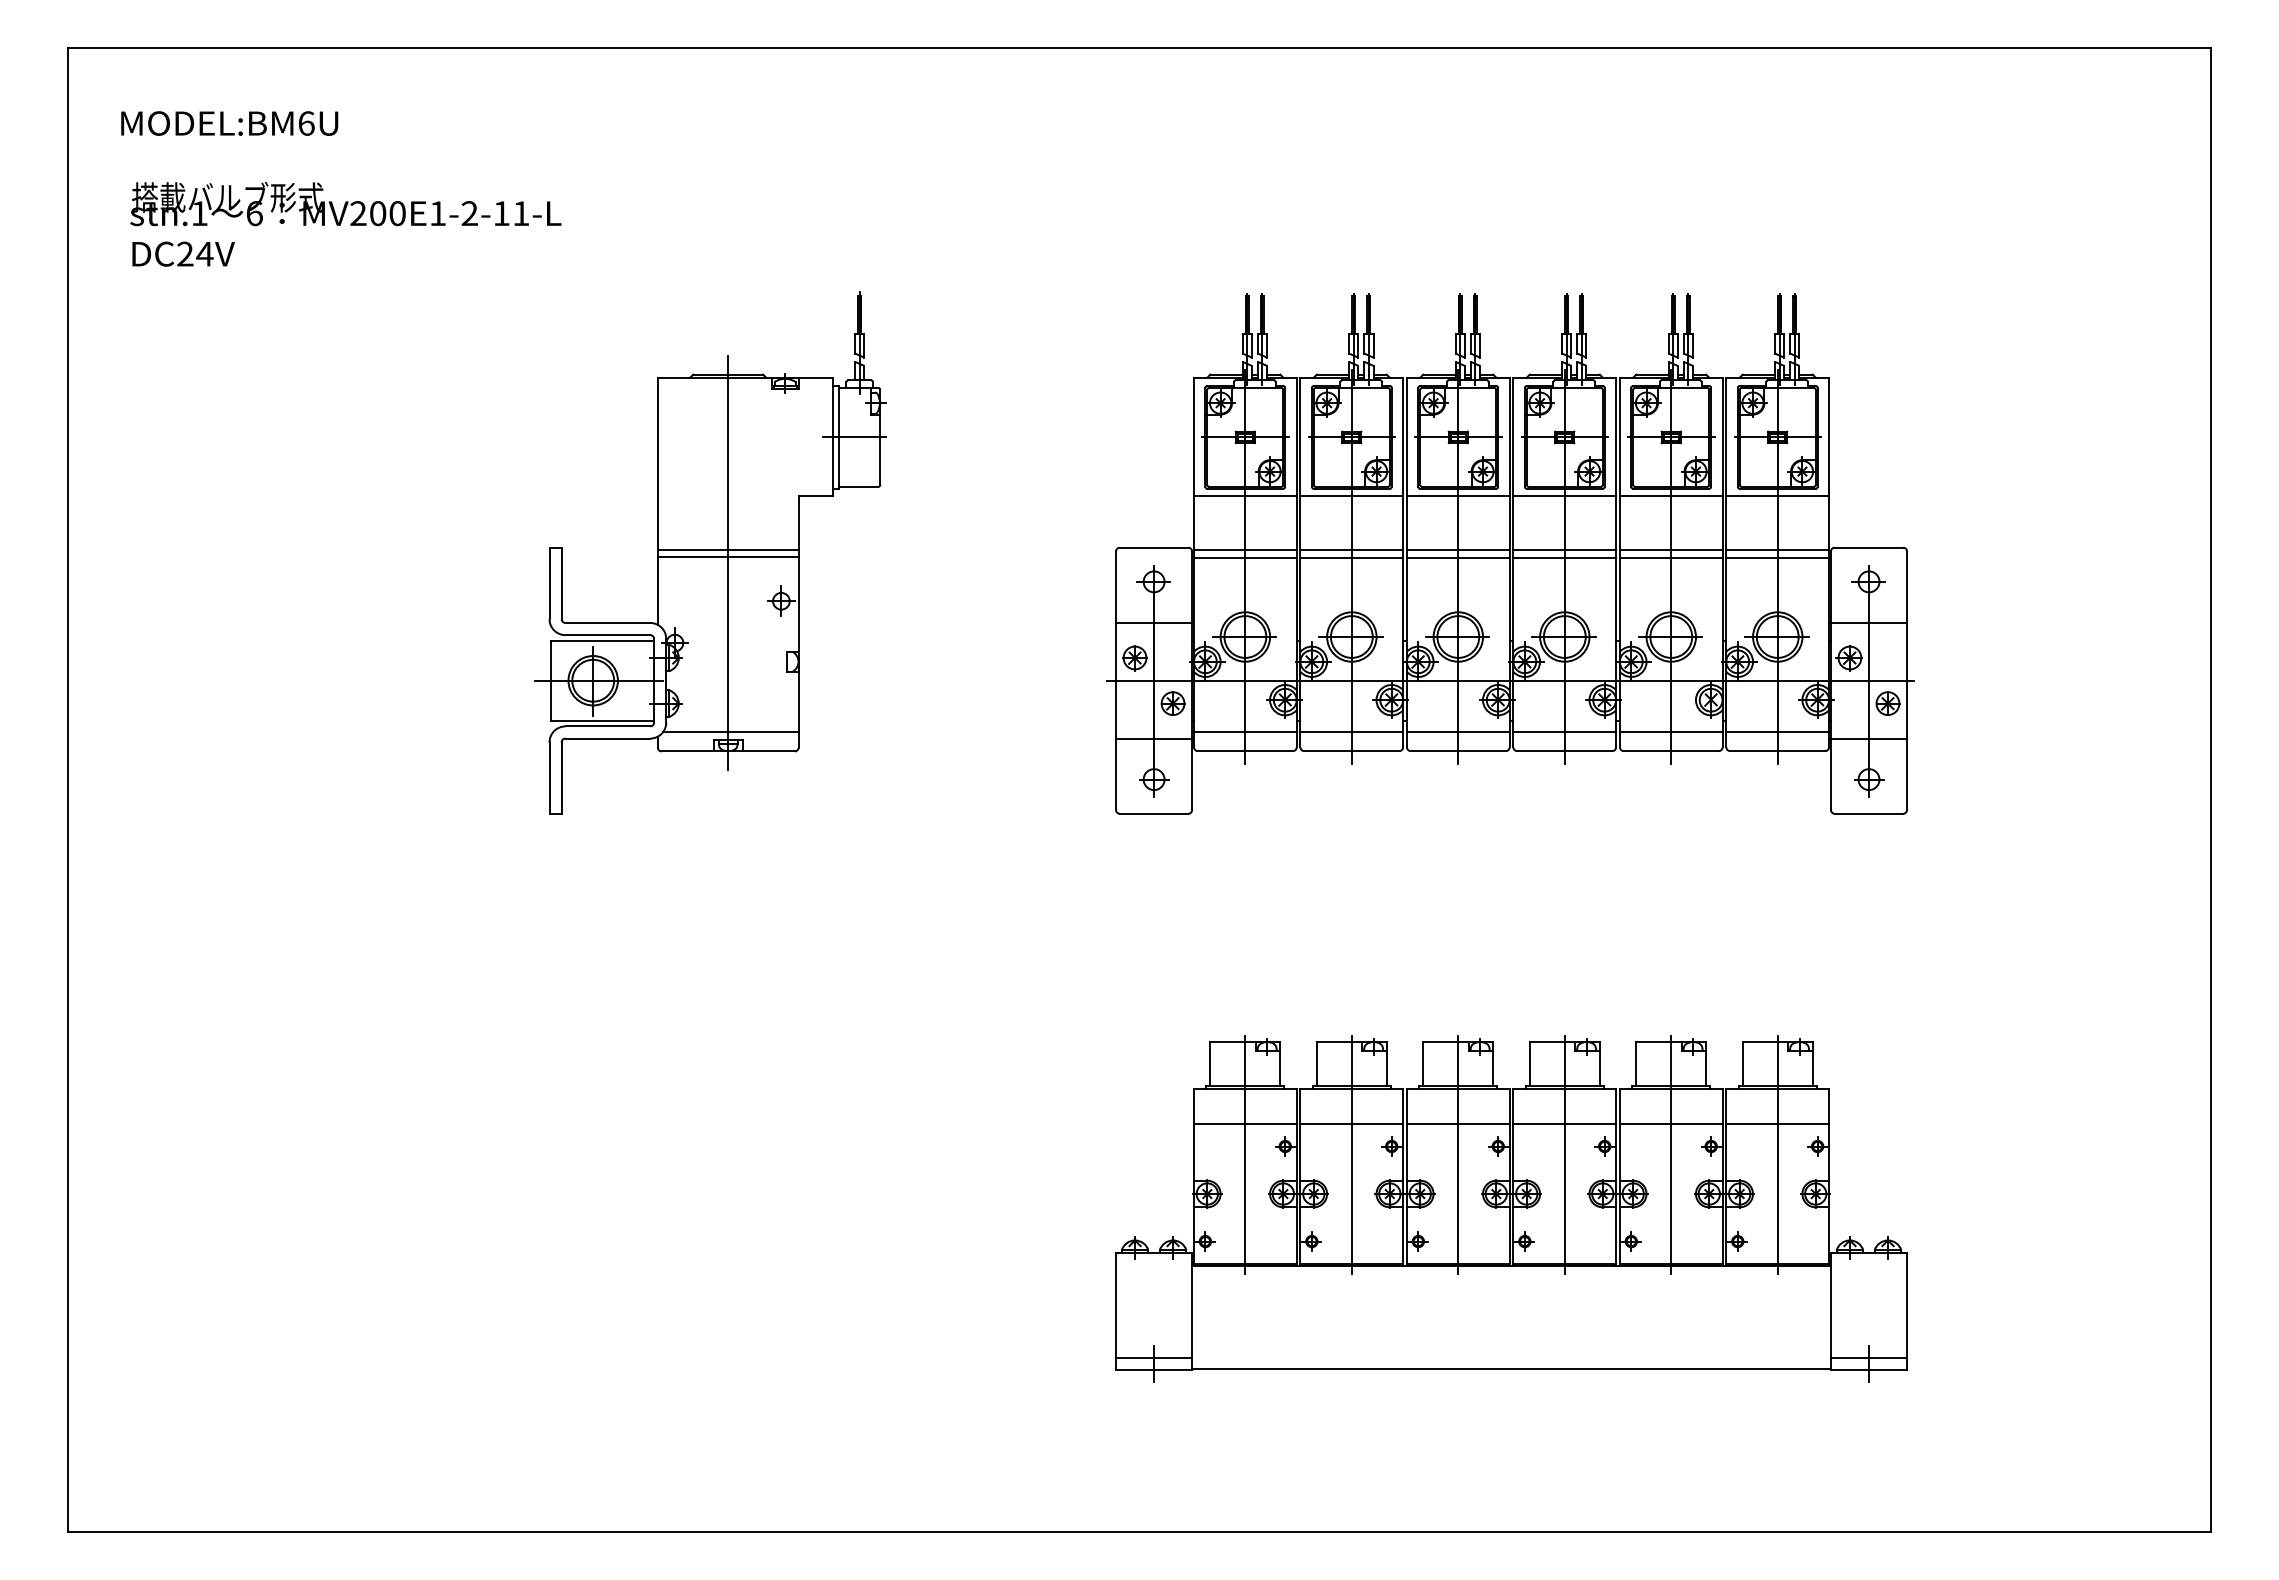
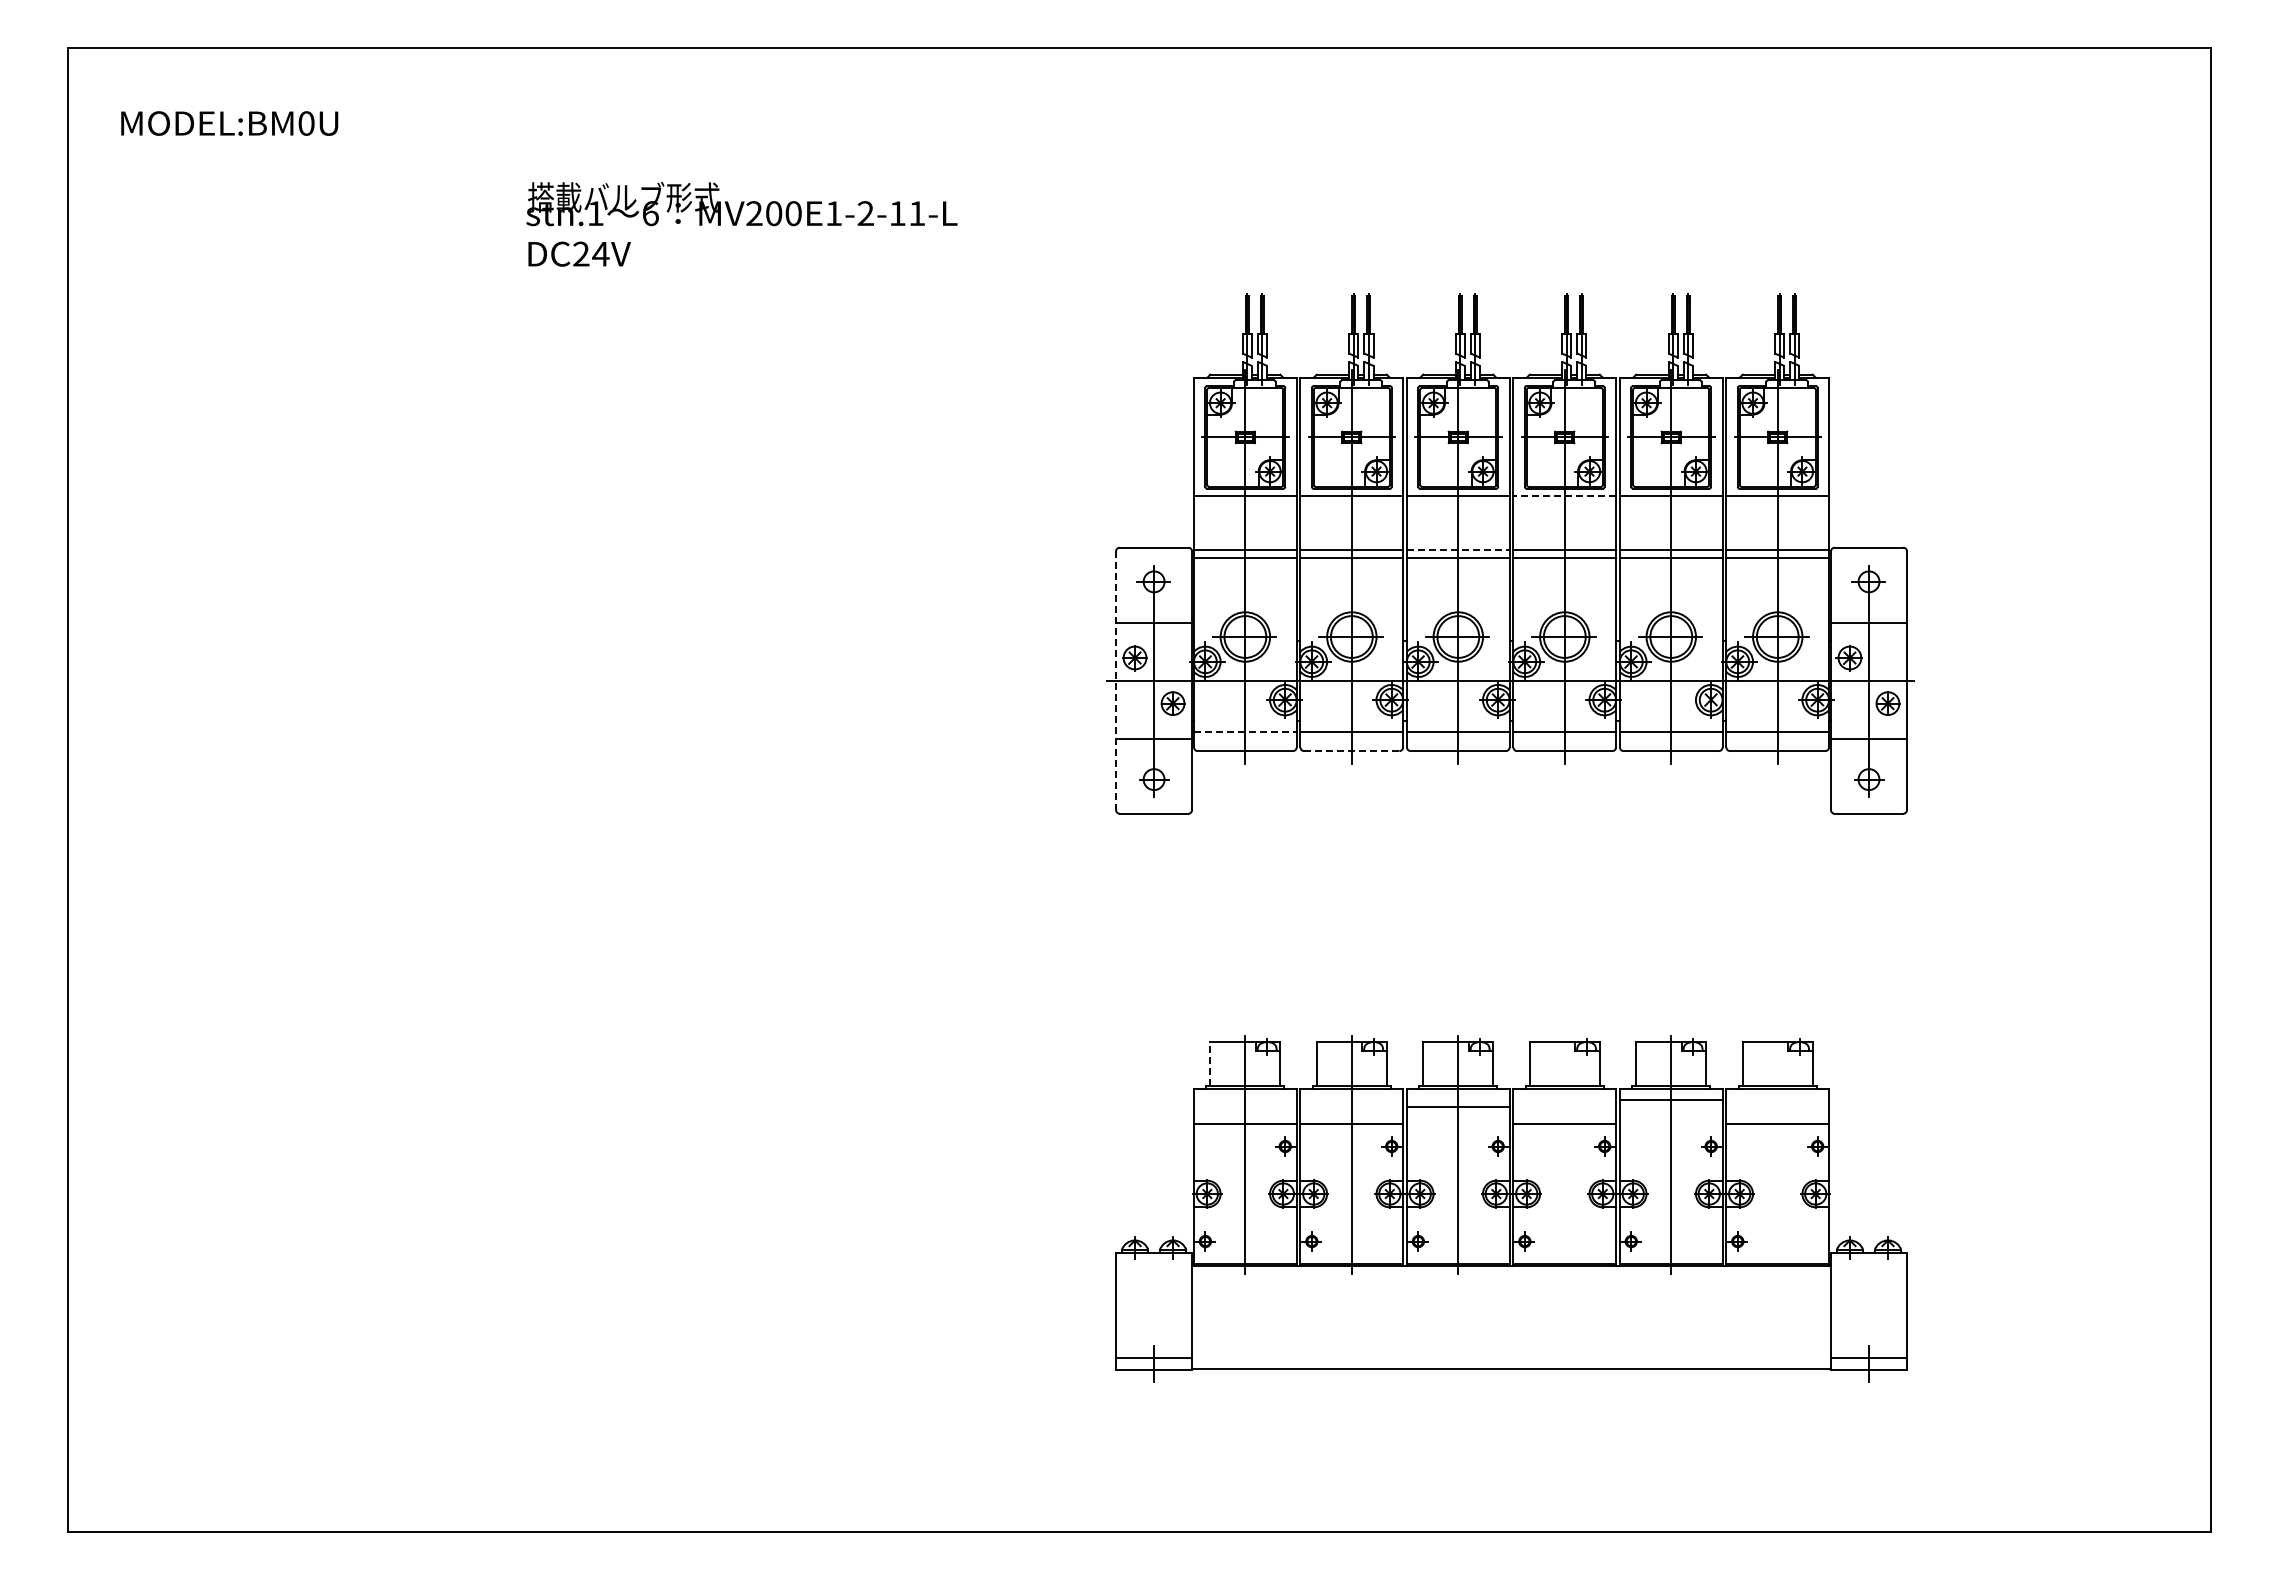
text at (306, 123): MODEL:BM6U -> MODEL:BM0U
text at (345, 224) position: (345, 224) -> (741, 224)
line at (1564, 496): solid -> dashed
line at (1458, 549): solid -> dashed
part at (710, 552): present -> none
line at (1116, 681): solid -> dashed
line at (1245, 732): solid -> dashed
line at (1351, 751): solid -> dashed
line at (1210, 1063): solid -> dashed
line at (1457, 1123) position: (1457, 1123) -> (1457, 1106)
line at (1670, 1123) position: (1670, 1123) -> (1670, 1099)
line at (1564, 1154): present -> none
line at (1777, 1154): present -> none
